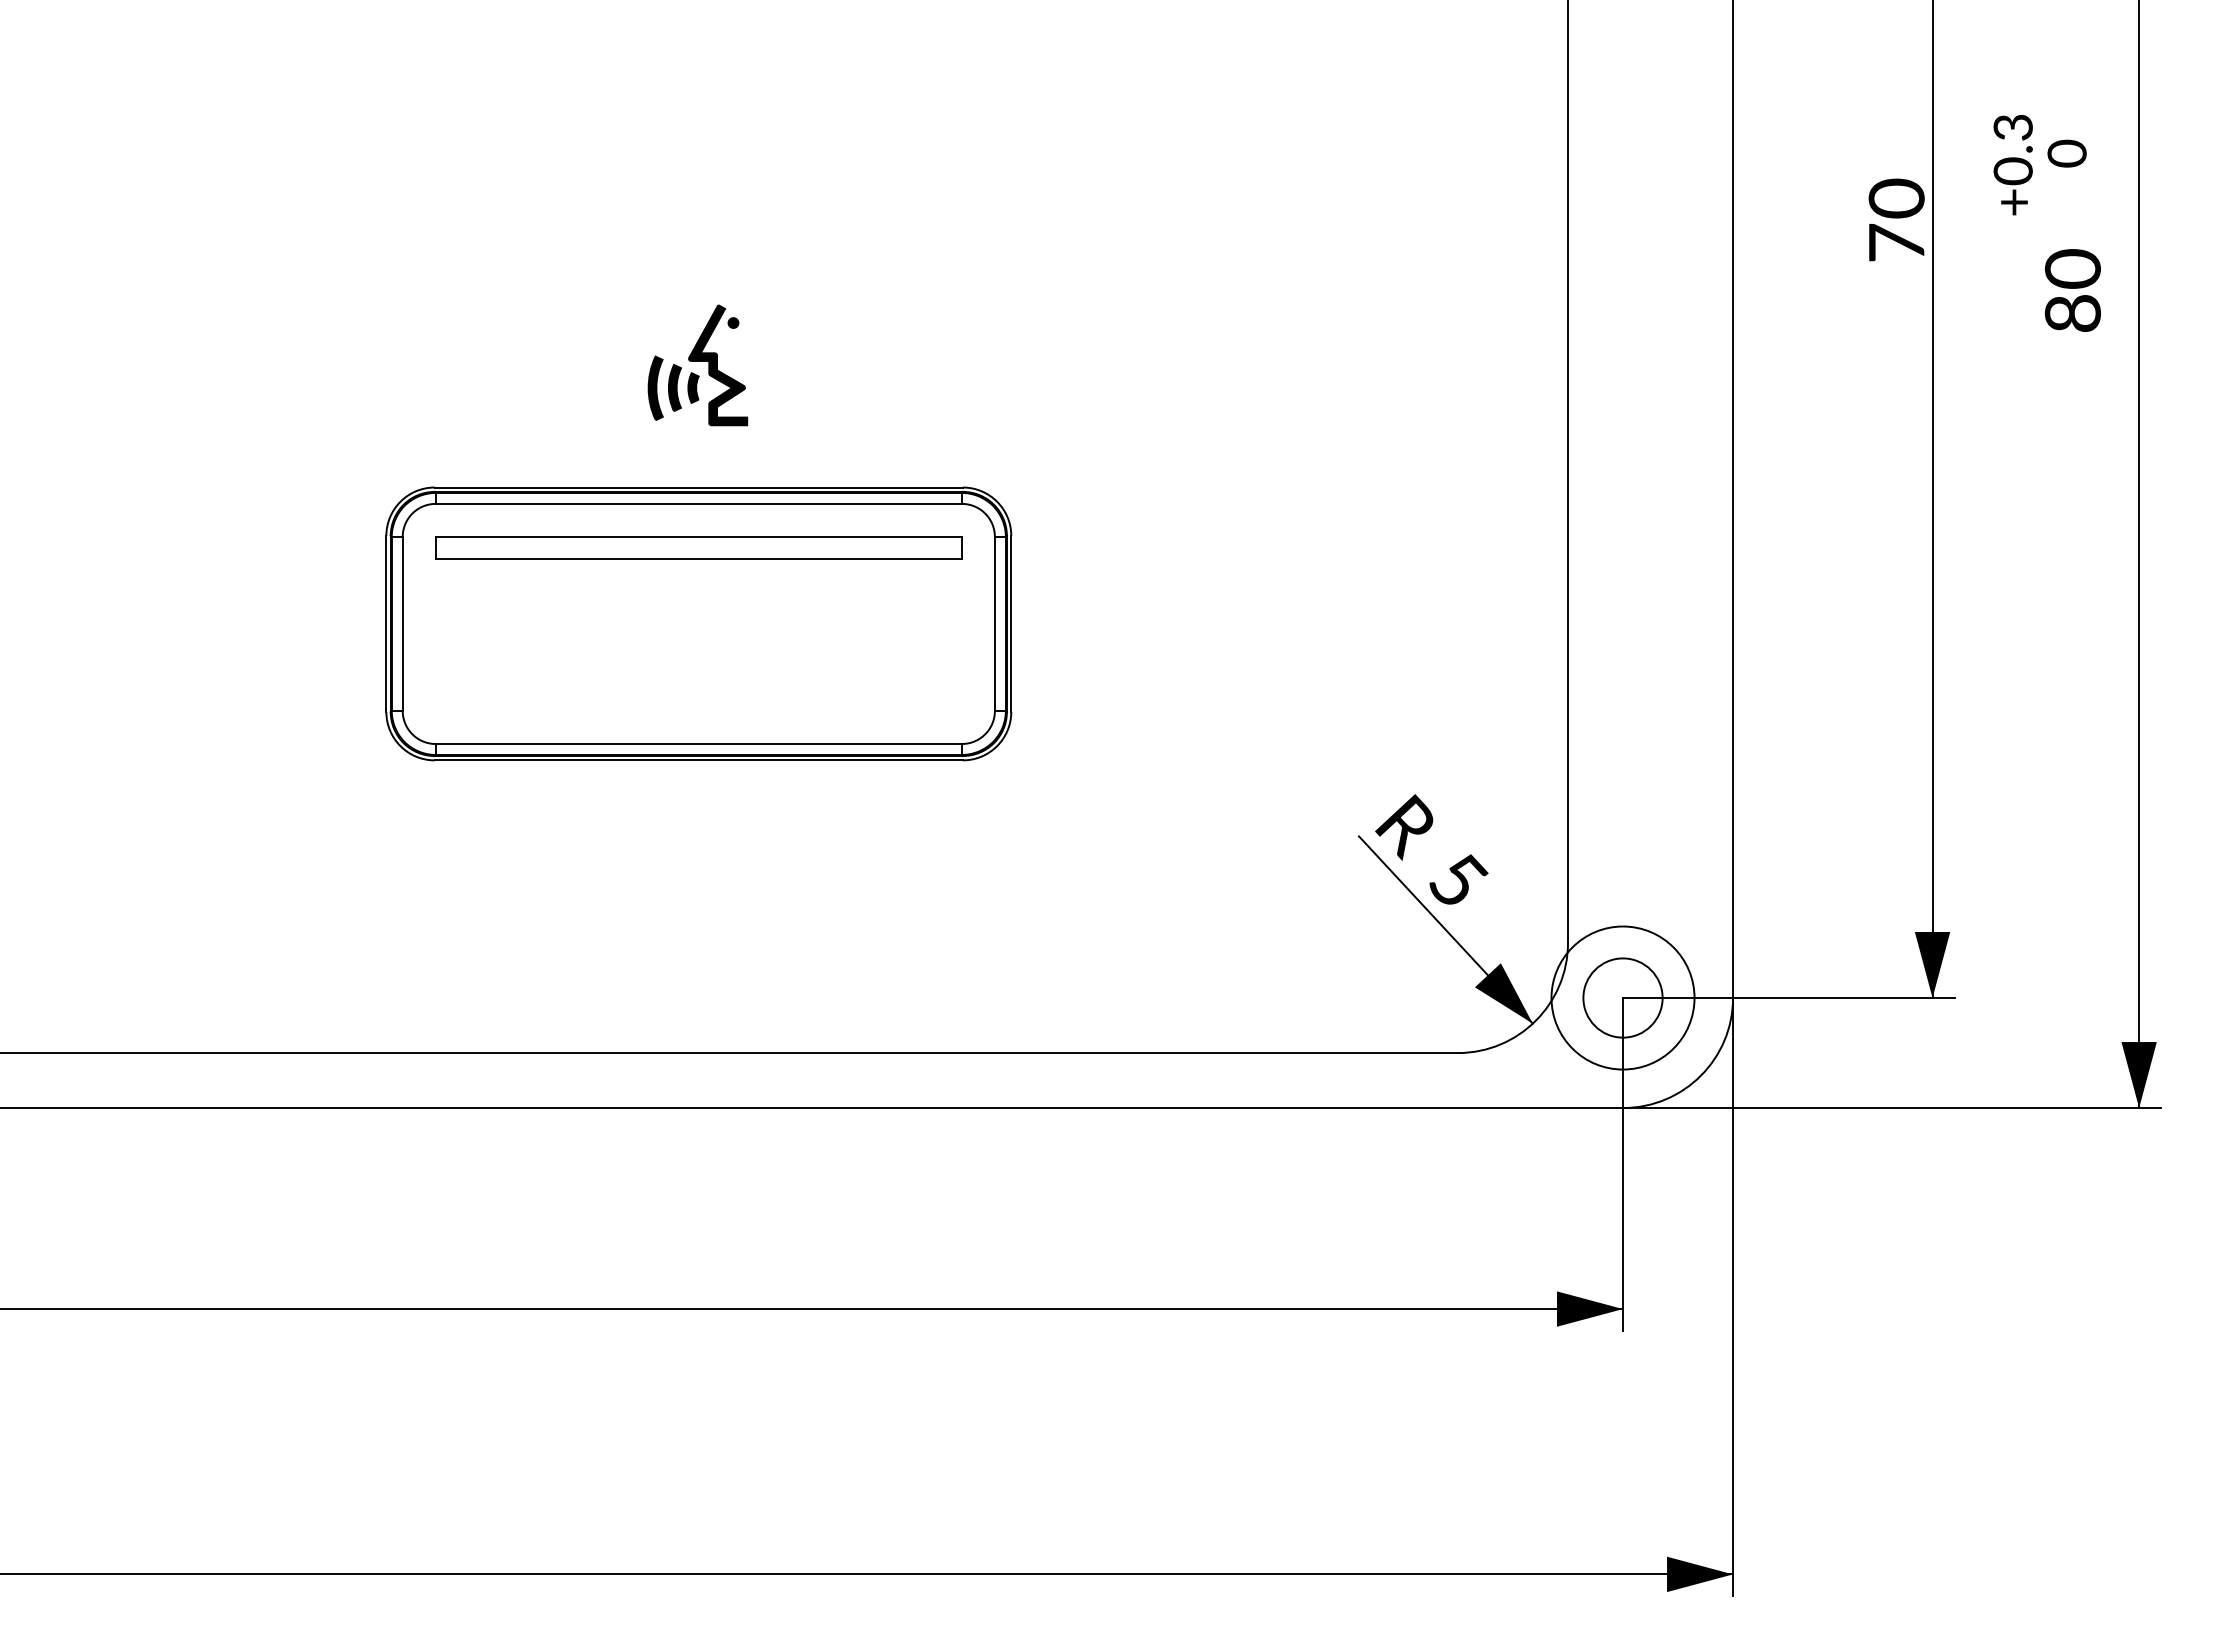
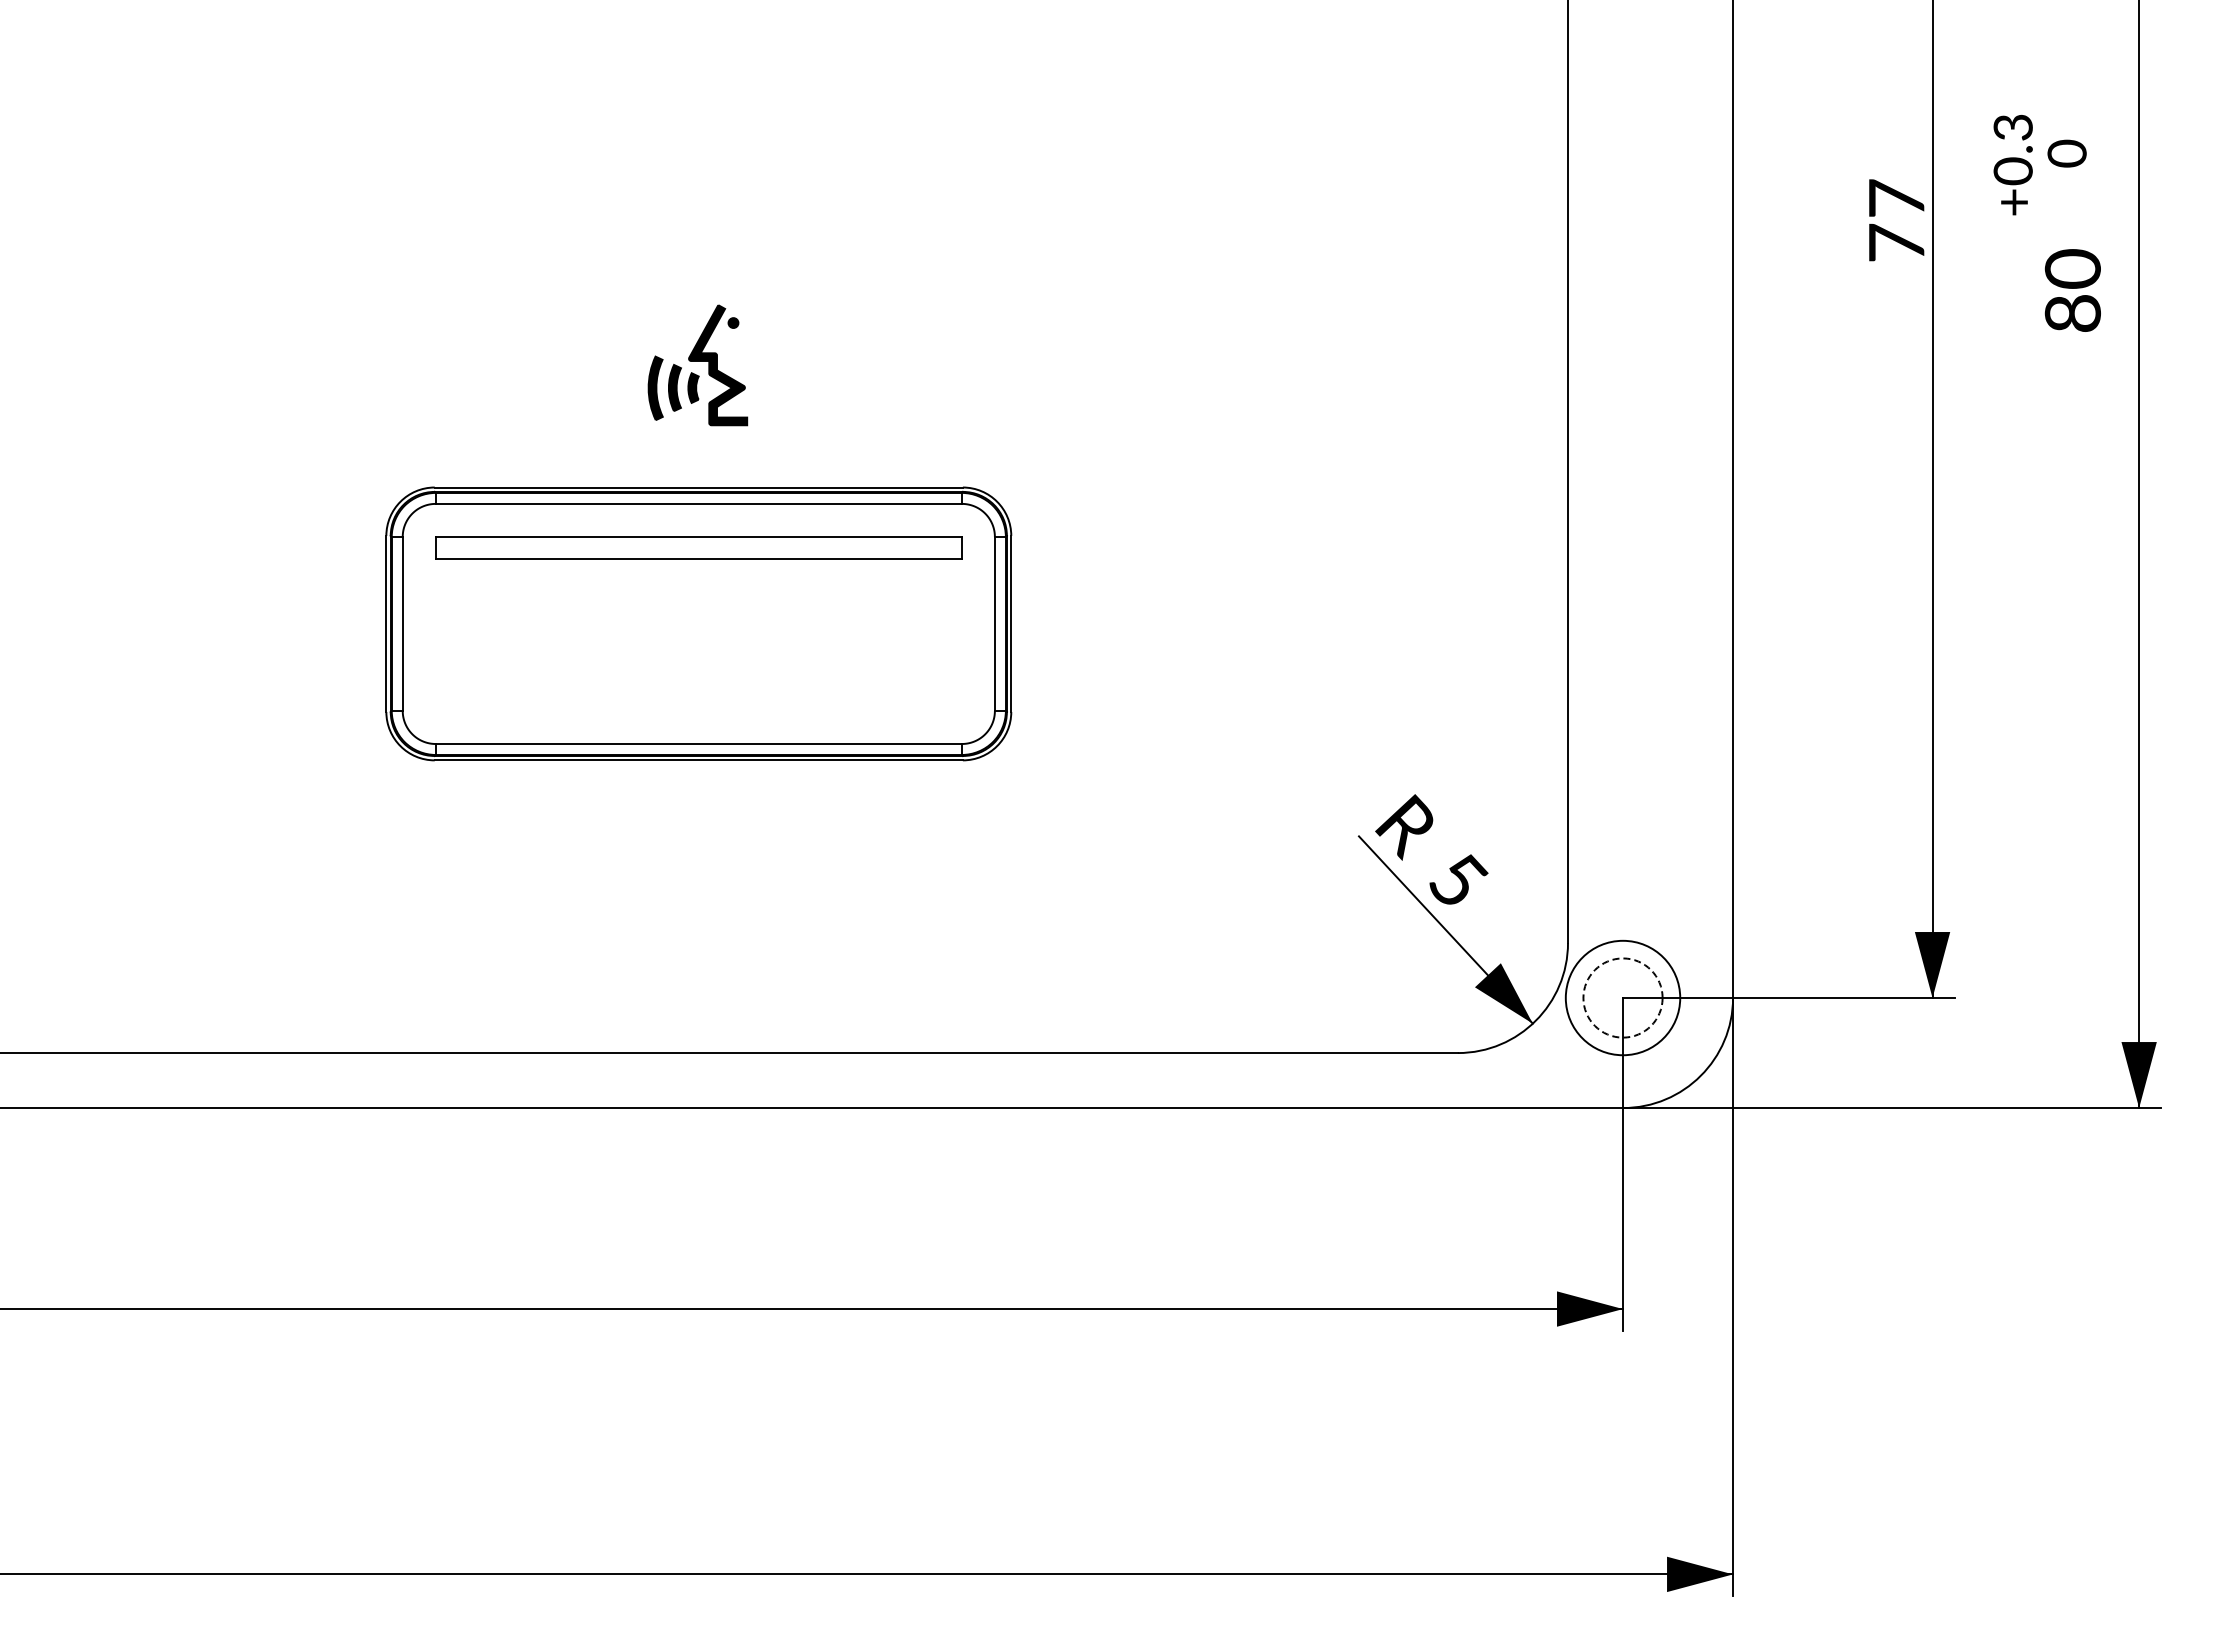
text at (1896, 198): 70 -> 77
circle at (1622, 997) diameter: 143 px -> 114 px
circle at (1622, 997): solid -> dashed
